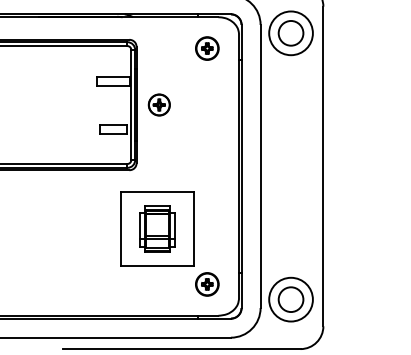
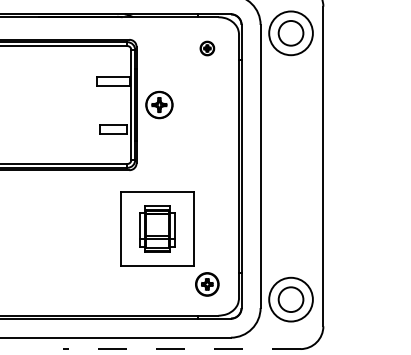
part at (207, 48) size: 25x25 px -> 17x17 px
part at (158, 104) size: 24x24 px -> 29x30 px
line at (181, 349): solid -> dashed
